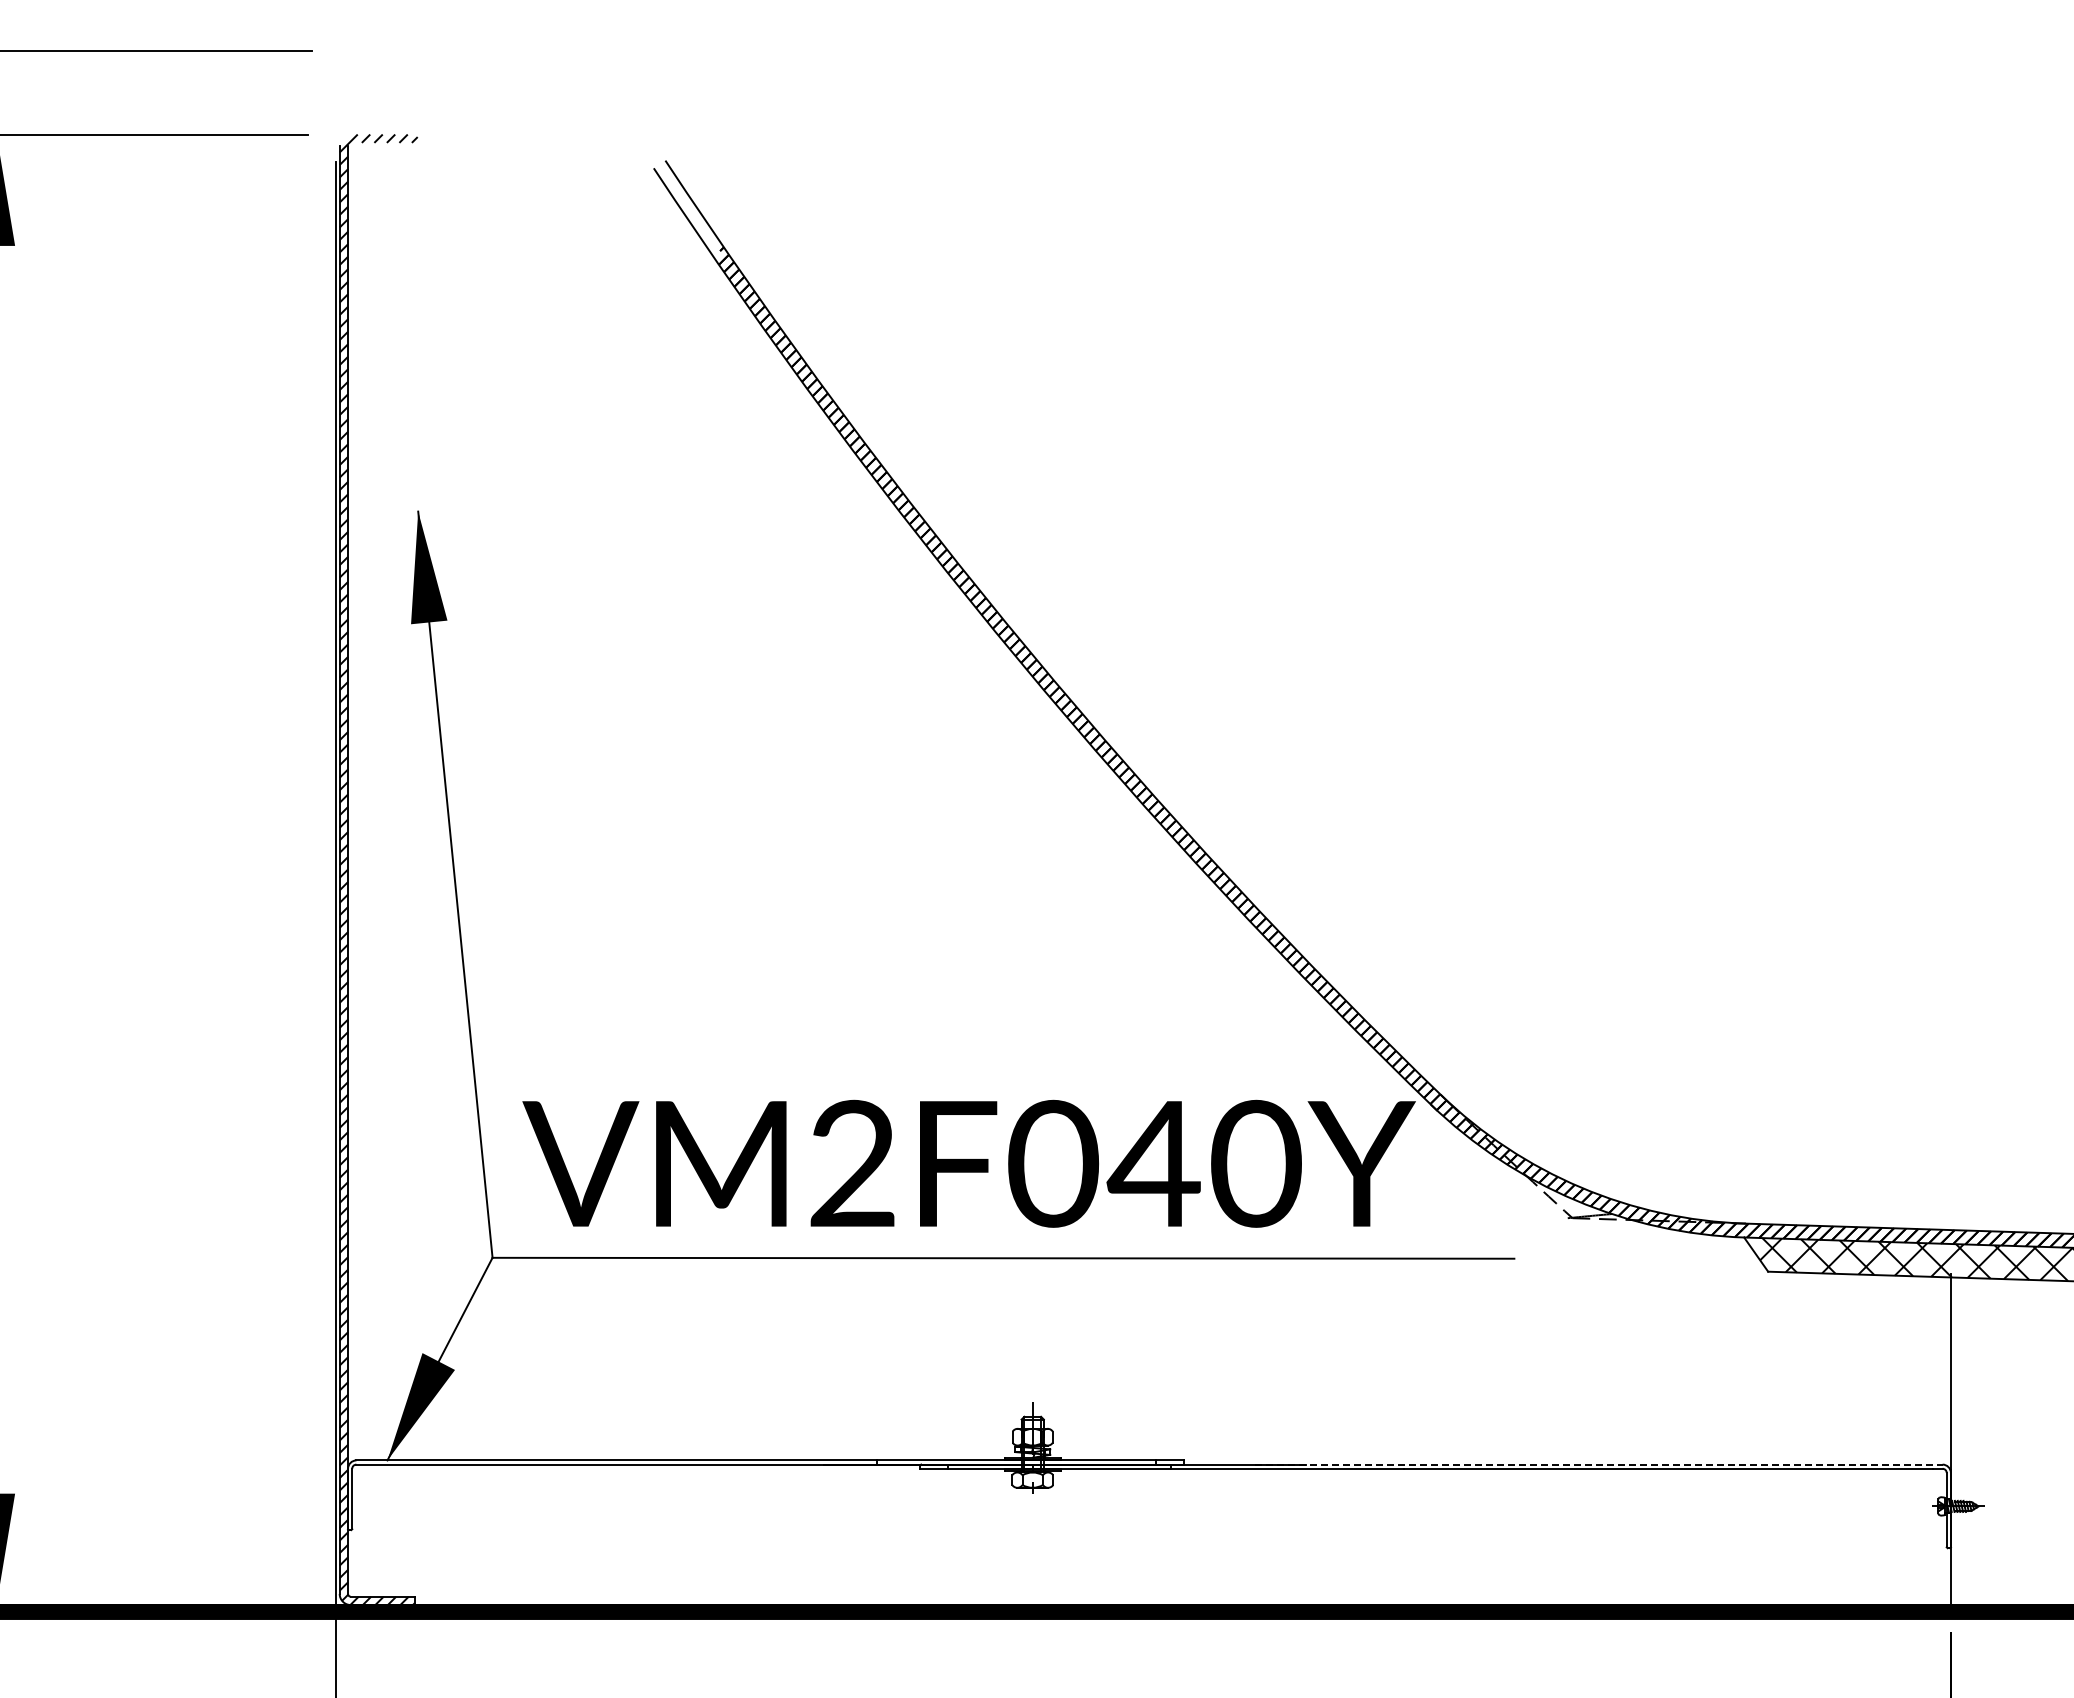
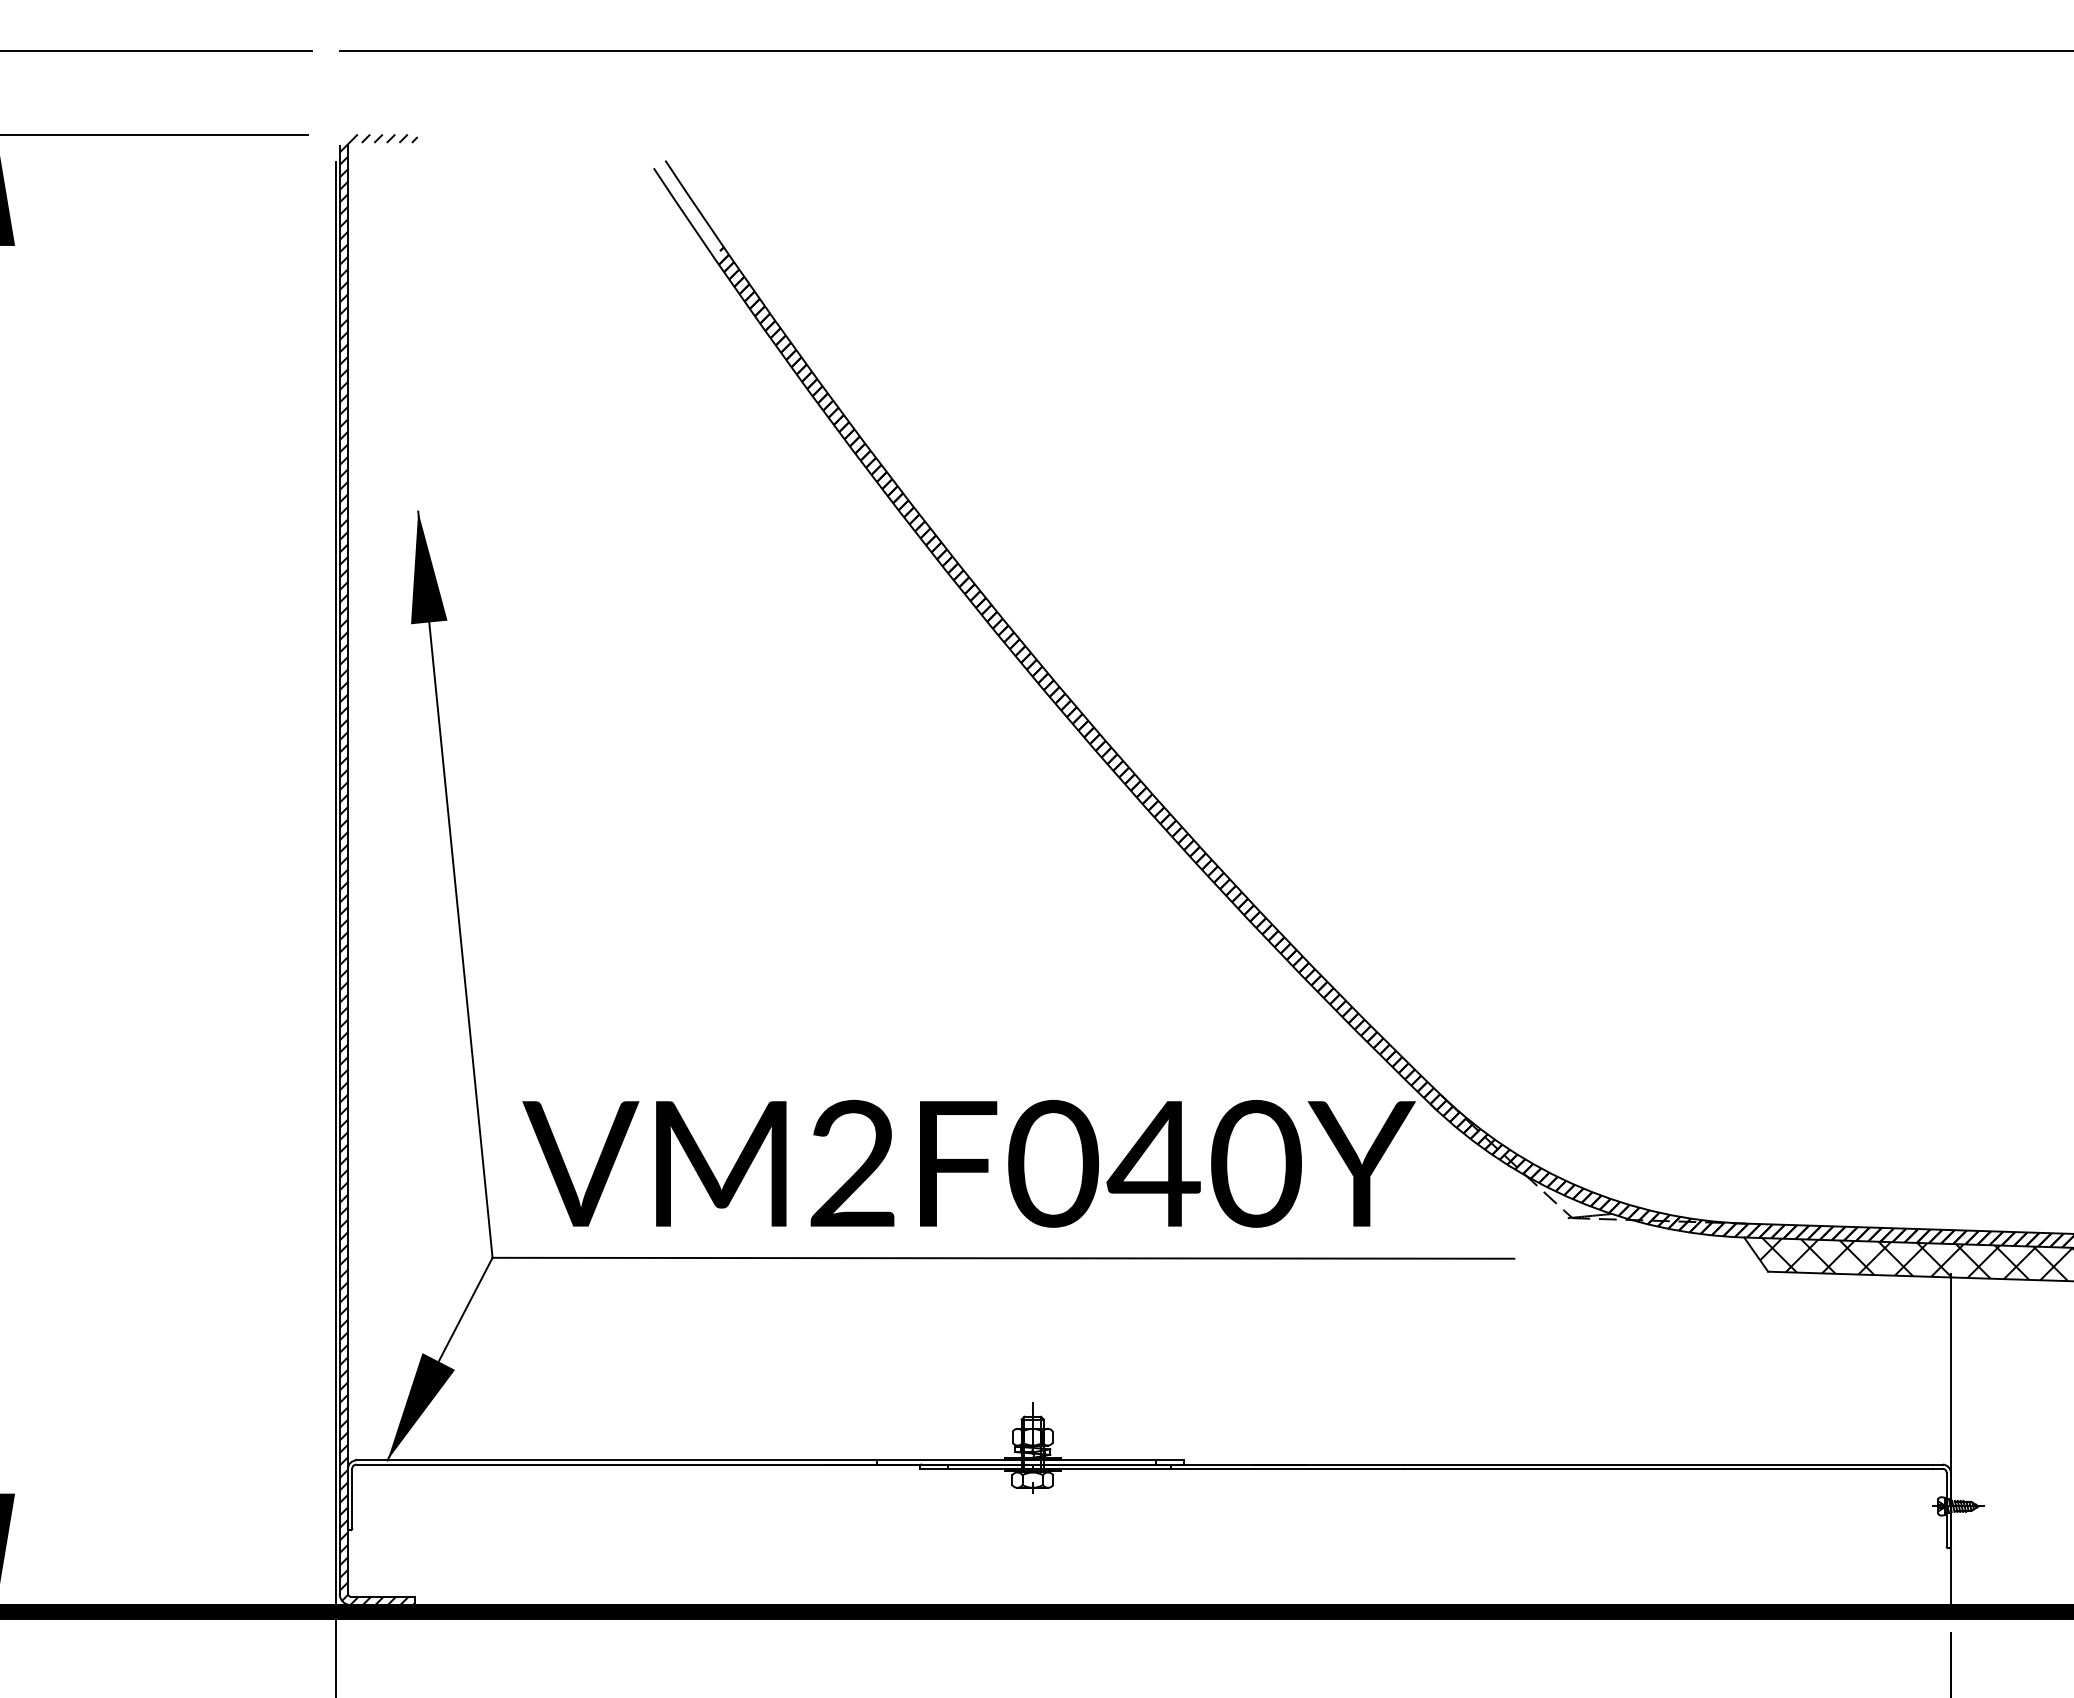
line at (1204, 50): none -> present
line at (1598, 1464): dashed -> solid
